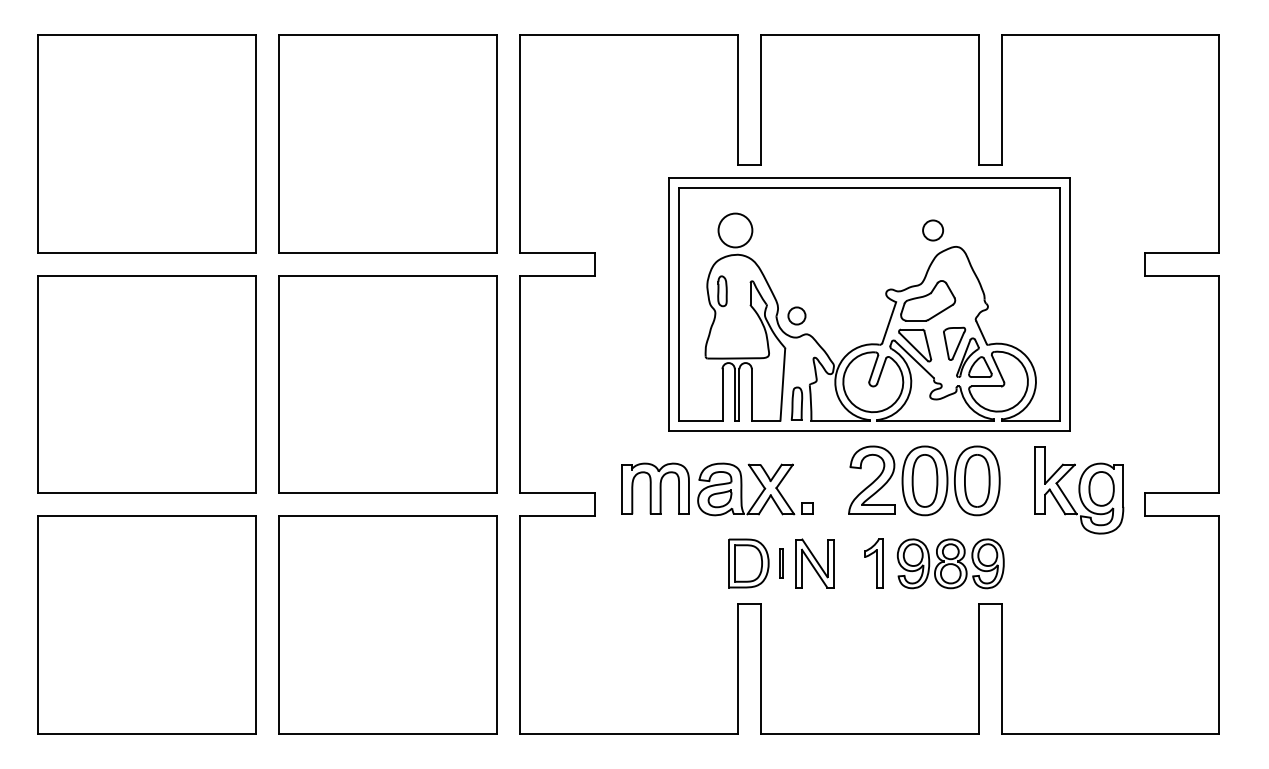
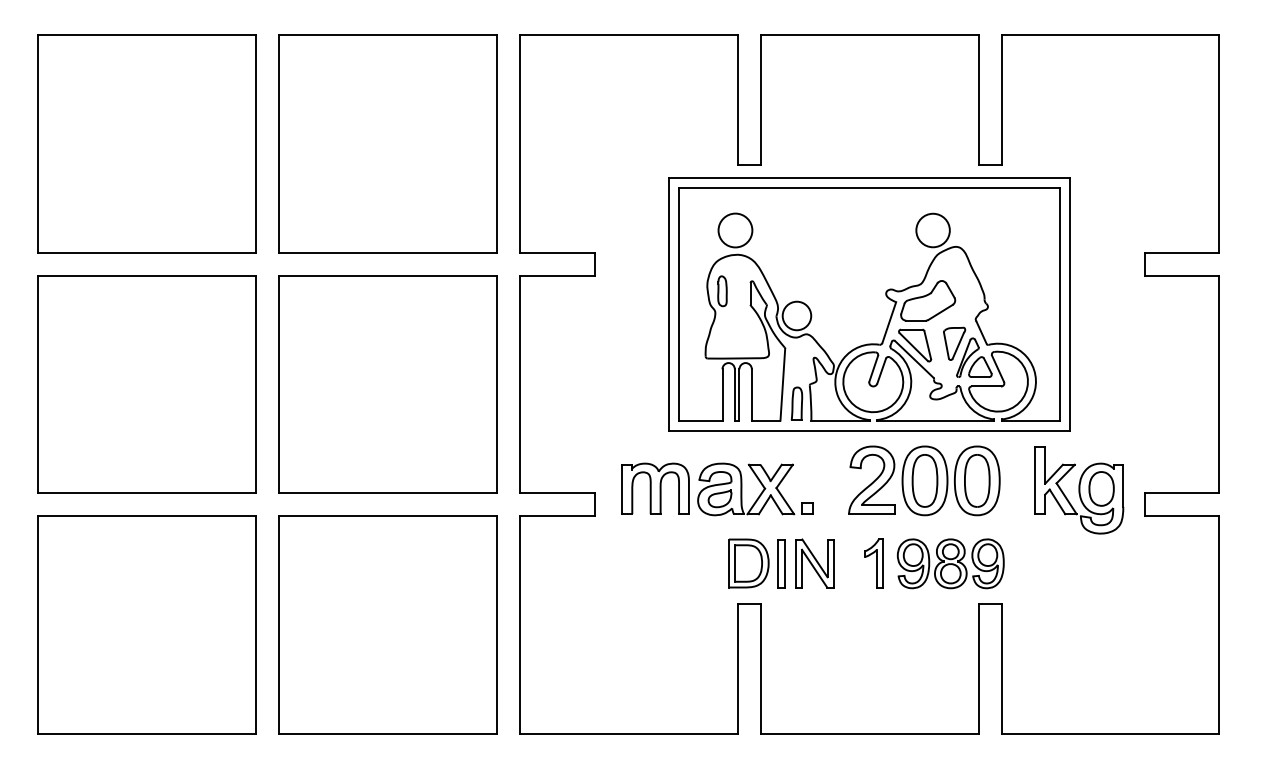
circle at (933, 230) diameter: 20 px -> 34 px
circle at (796, 315) diameter: 17 px -> 29 px
part at (781, 563) size: 5x31 px -> 9x50 px
